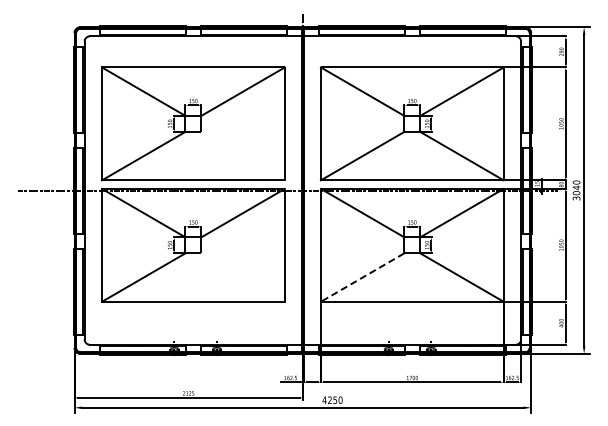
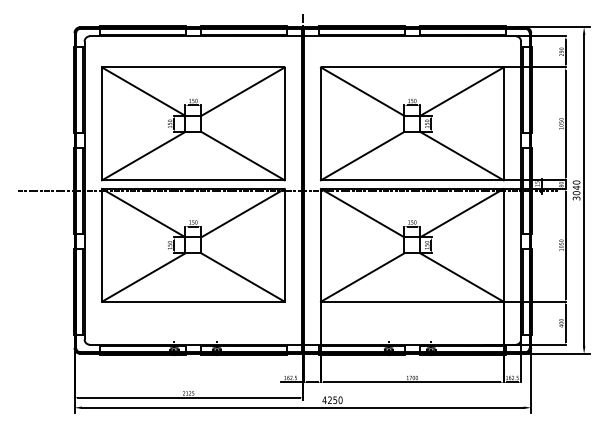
line at (242, 155): none -> present
line at (242, 277): none -> present
line at (362, 277): dashed -> solid
